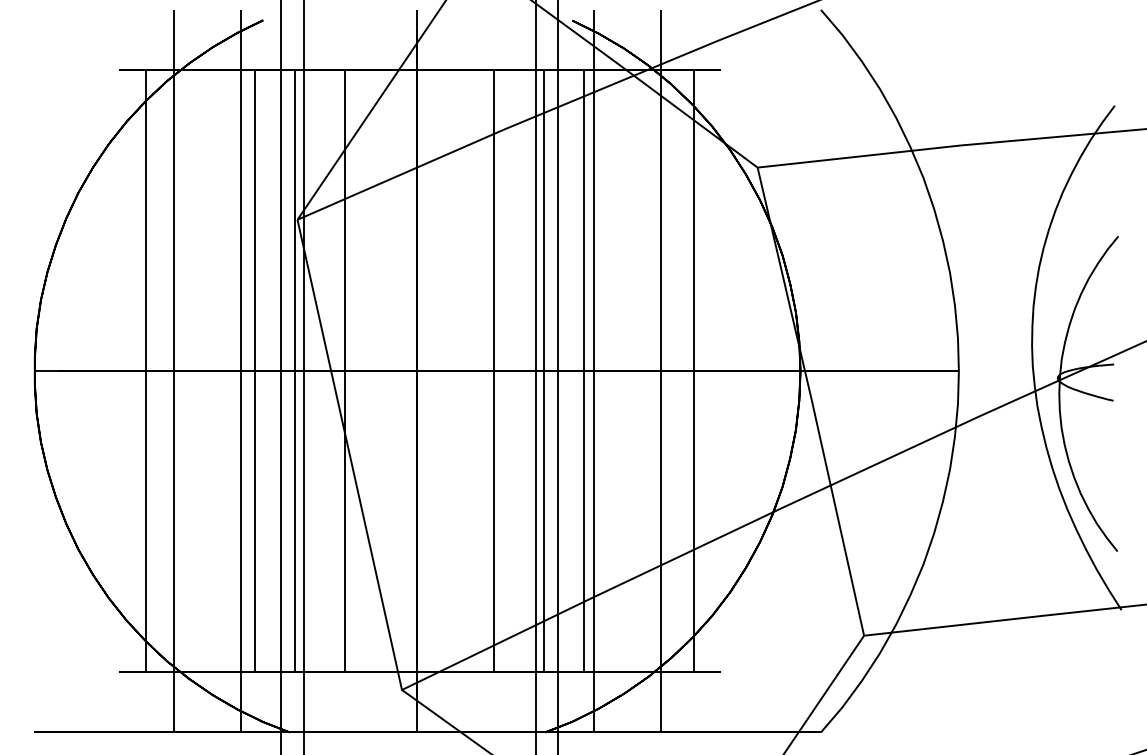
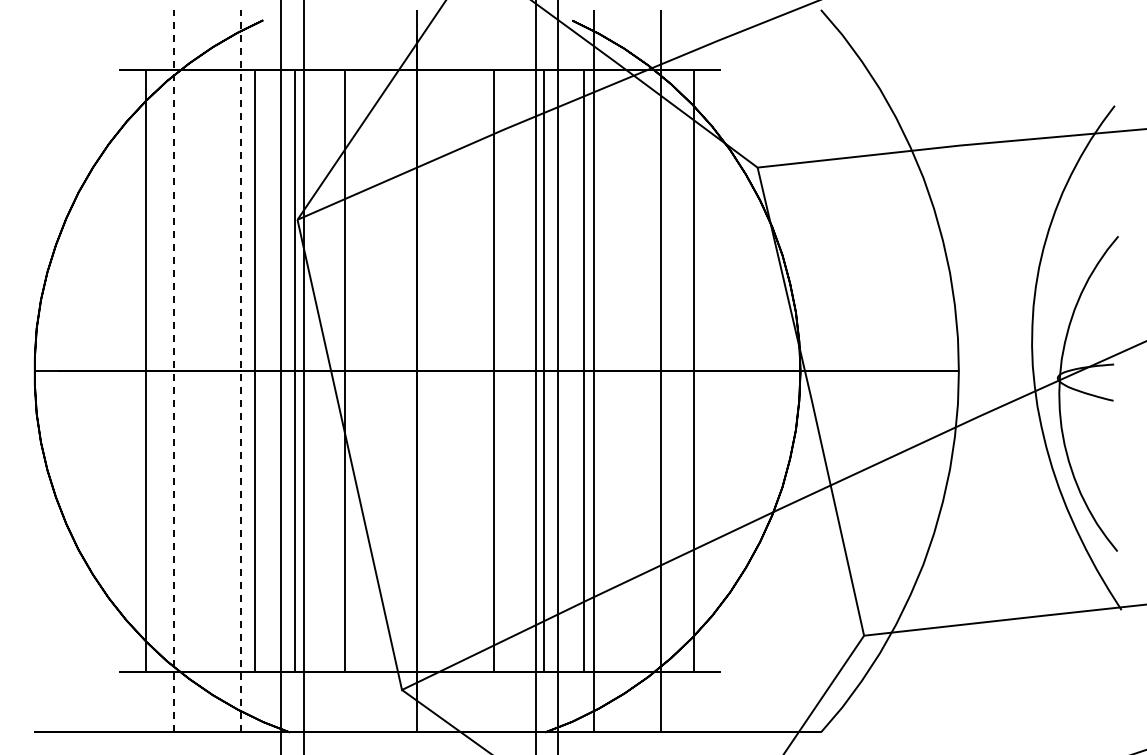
line at (173, 370): solid -> dashed
line at (240, 370): solid -> dashed
